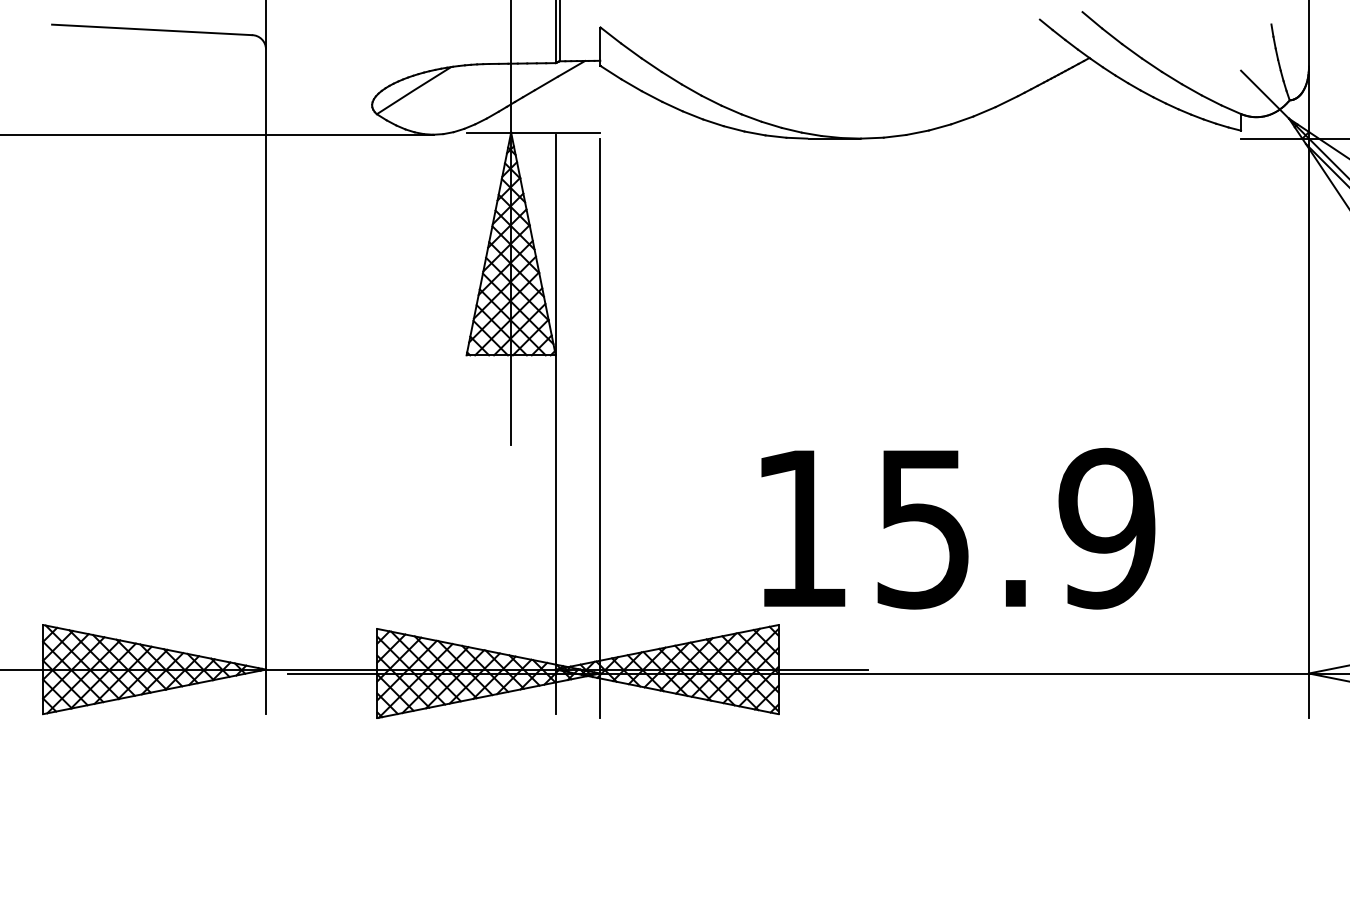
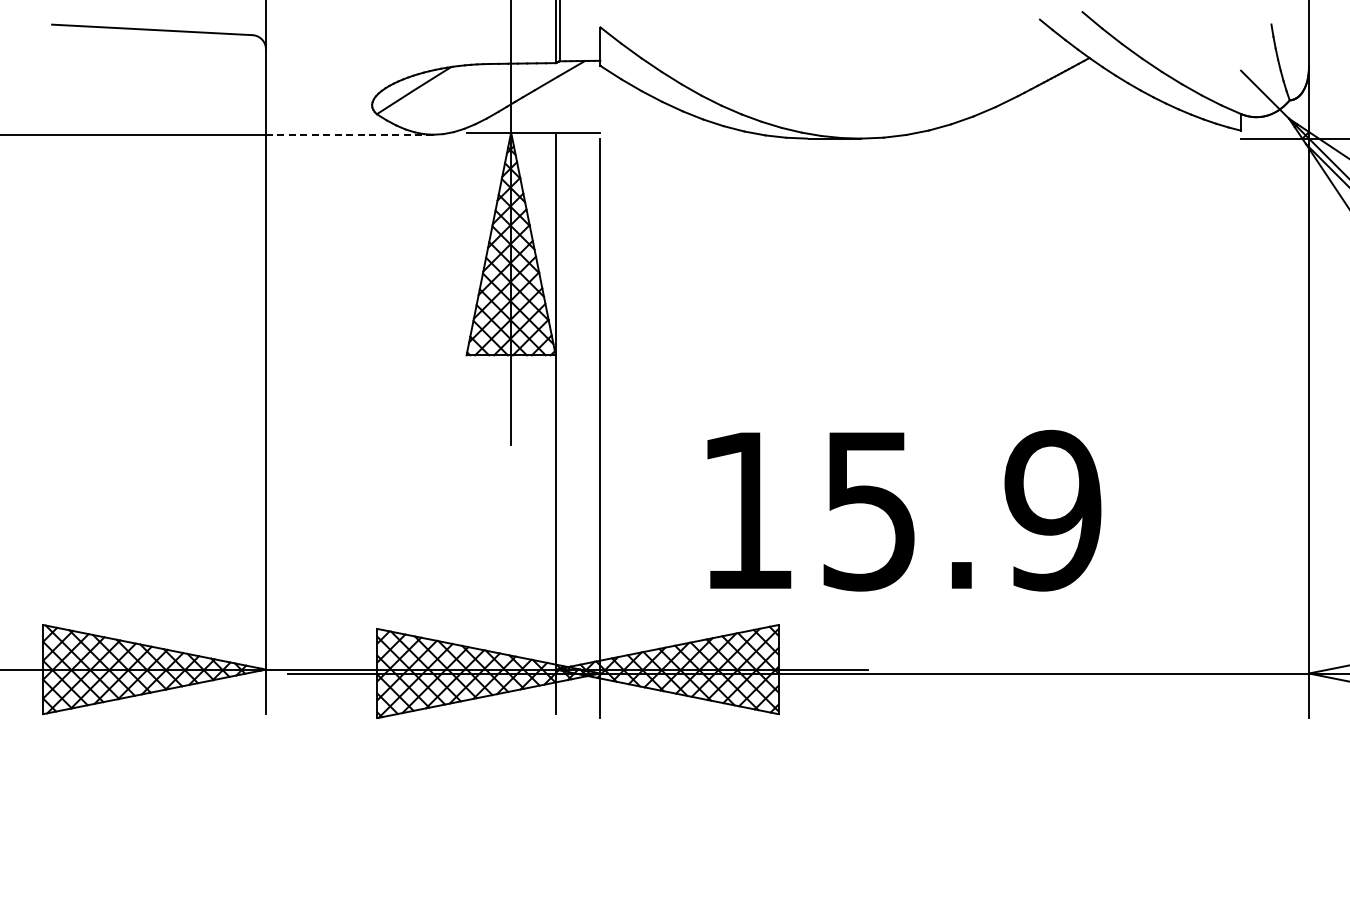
line at (349, 134): solid -> dashed
text at (958, 528) position: (958, 528) -> (904, 510)
